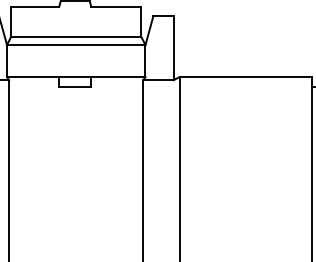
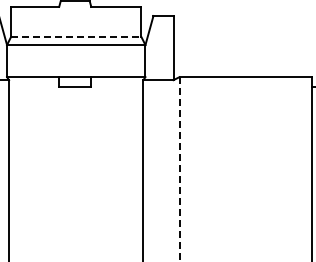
line at (76, 37): solid -> dashed
line at (179, 169): solid -> dashed
